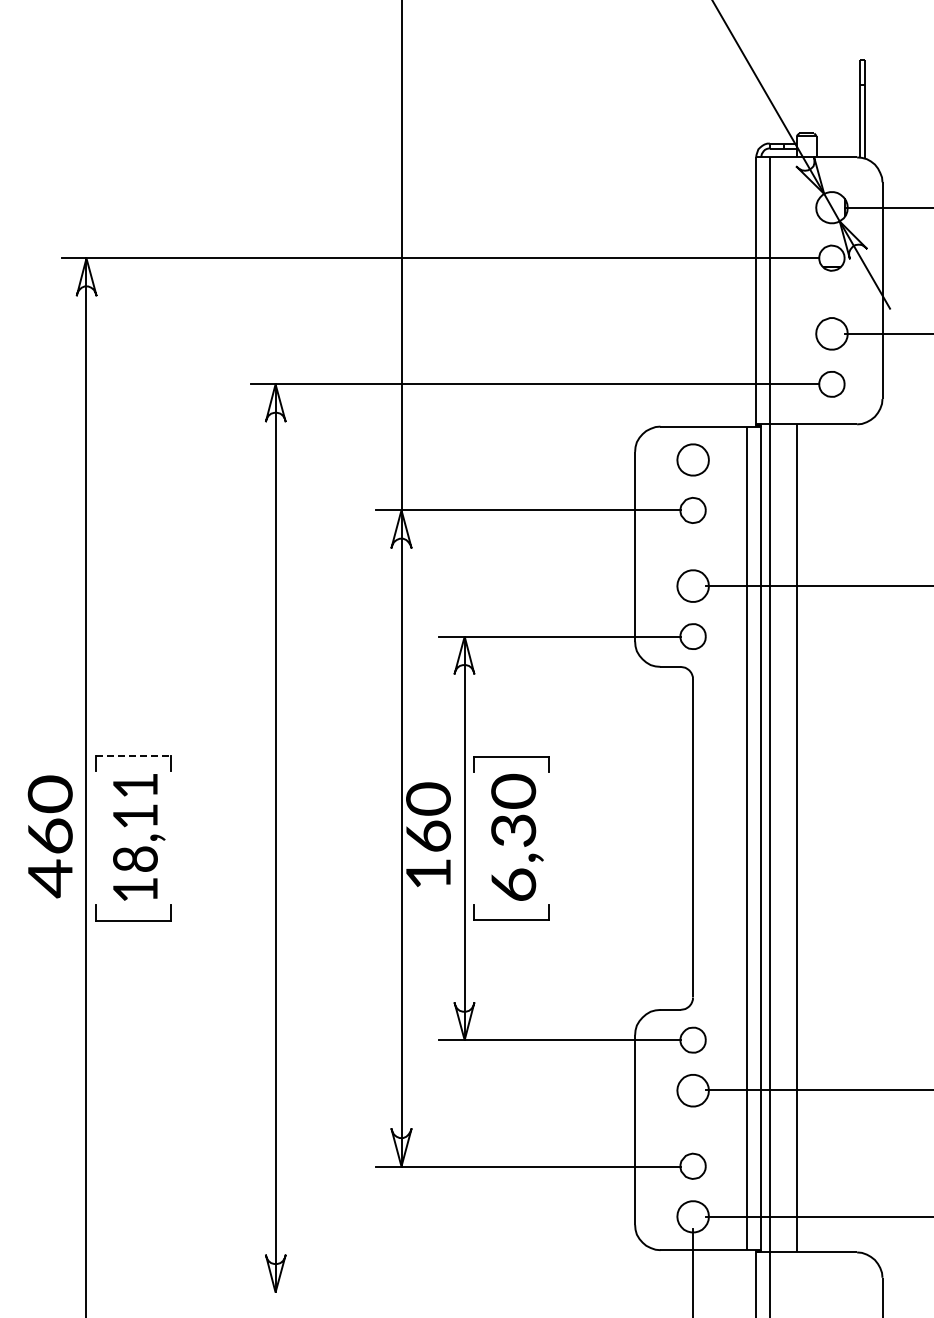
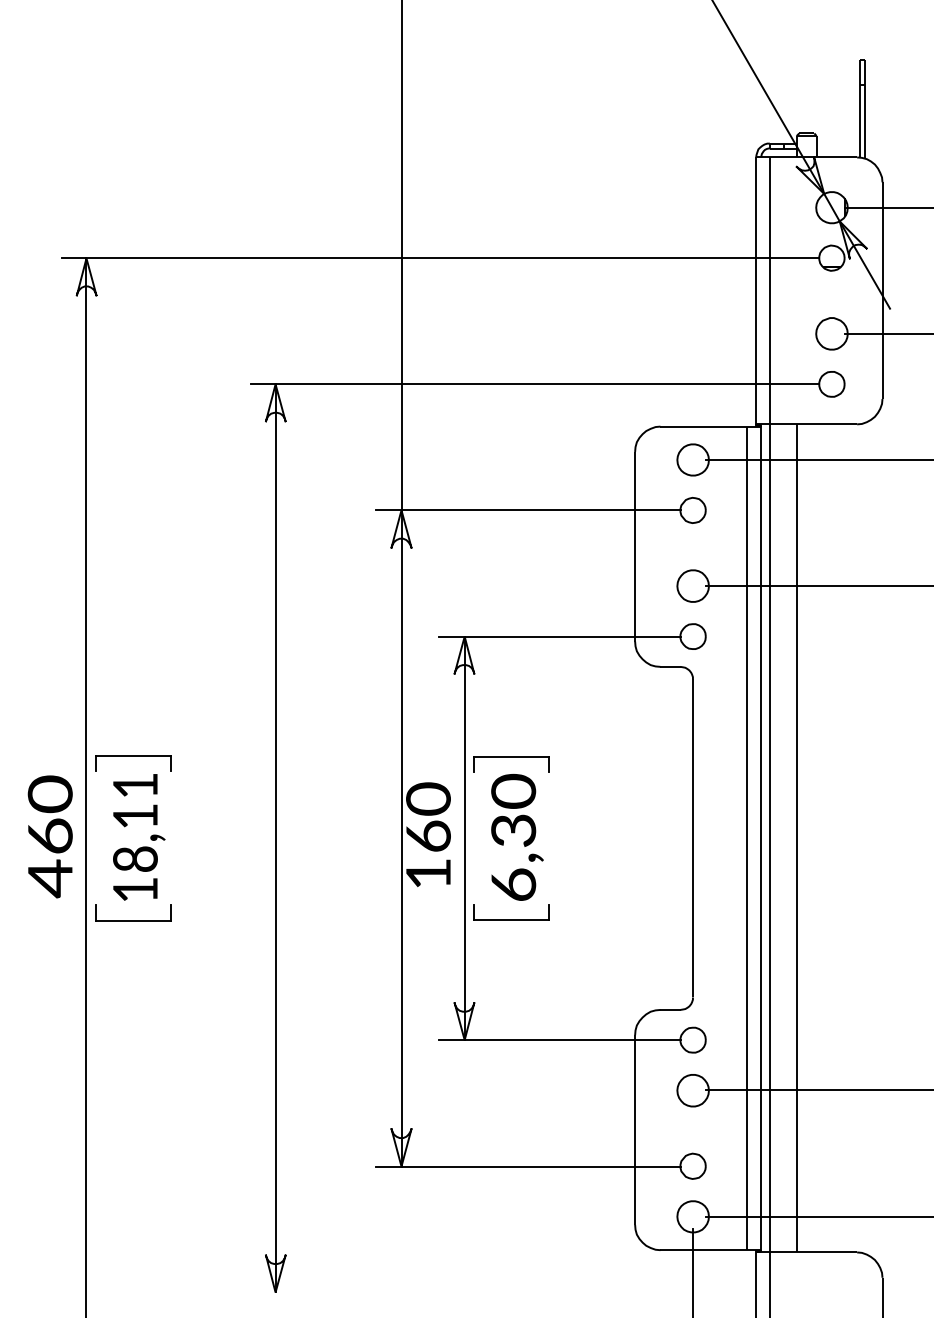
line at (817, 459): none -> present
line at (133, 756): dashed -> solid
